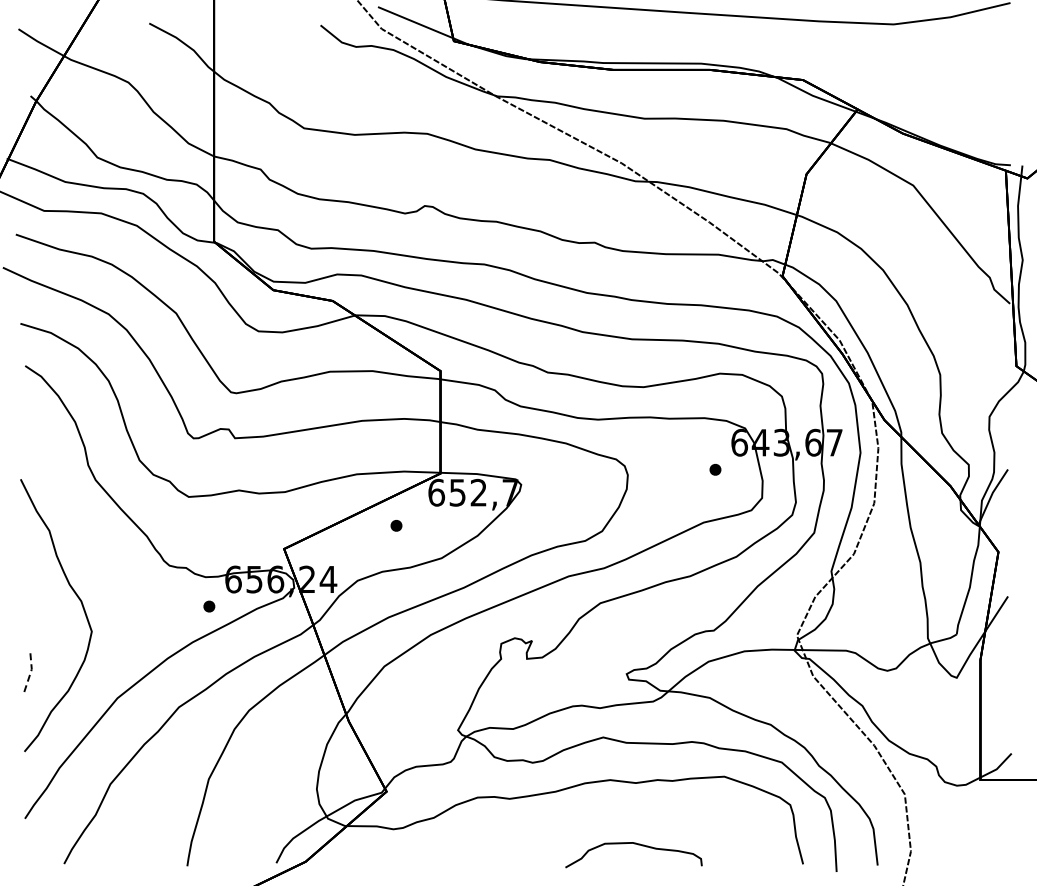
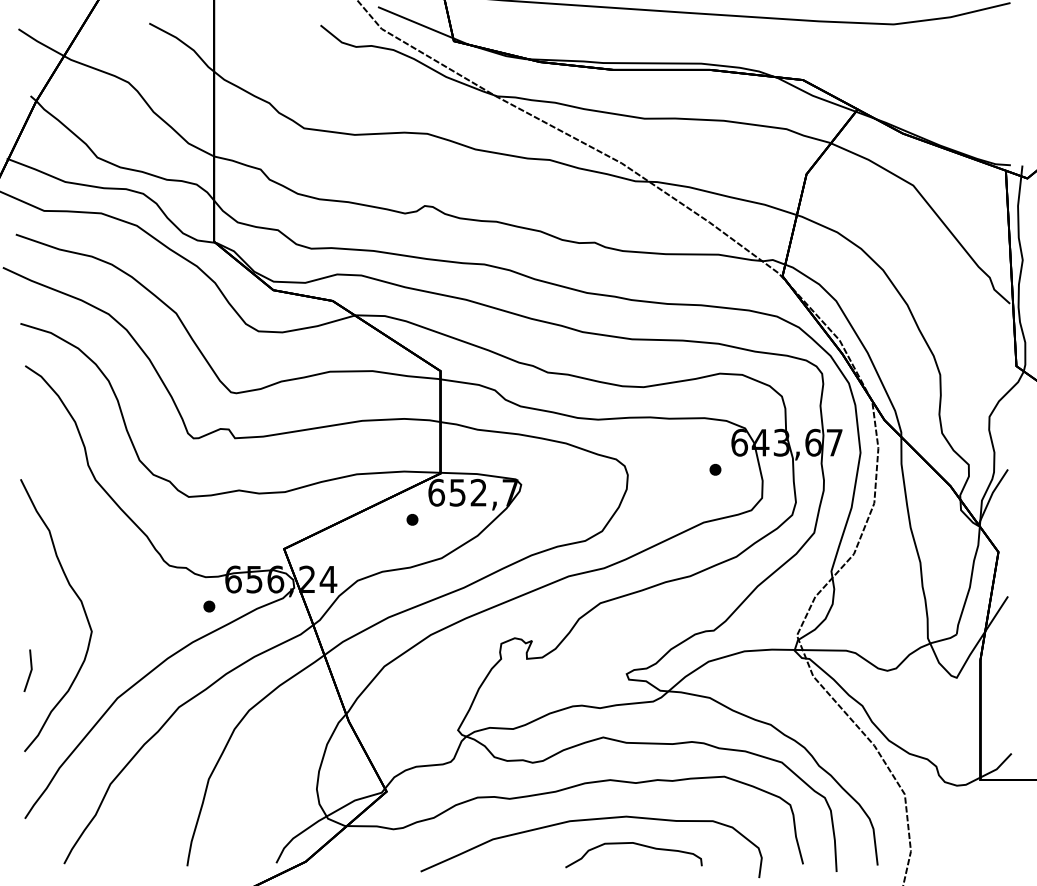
part at (396, 525) position: (396, 525) -> (412, 519)
line at (31, 670): dashed -> solid
curve at (591, 820): none -> present
